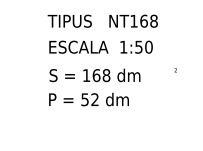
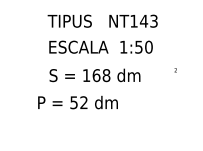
text at (148, 20): NT168 -> NT143
text at (88, 99) position: (88, 99) -> (77, 102)
